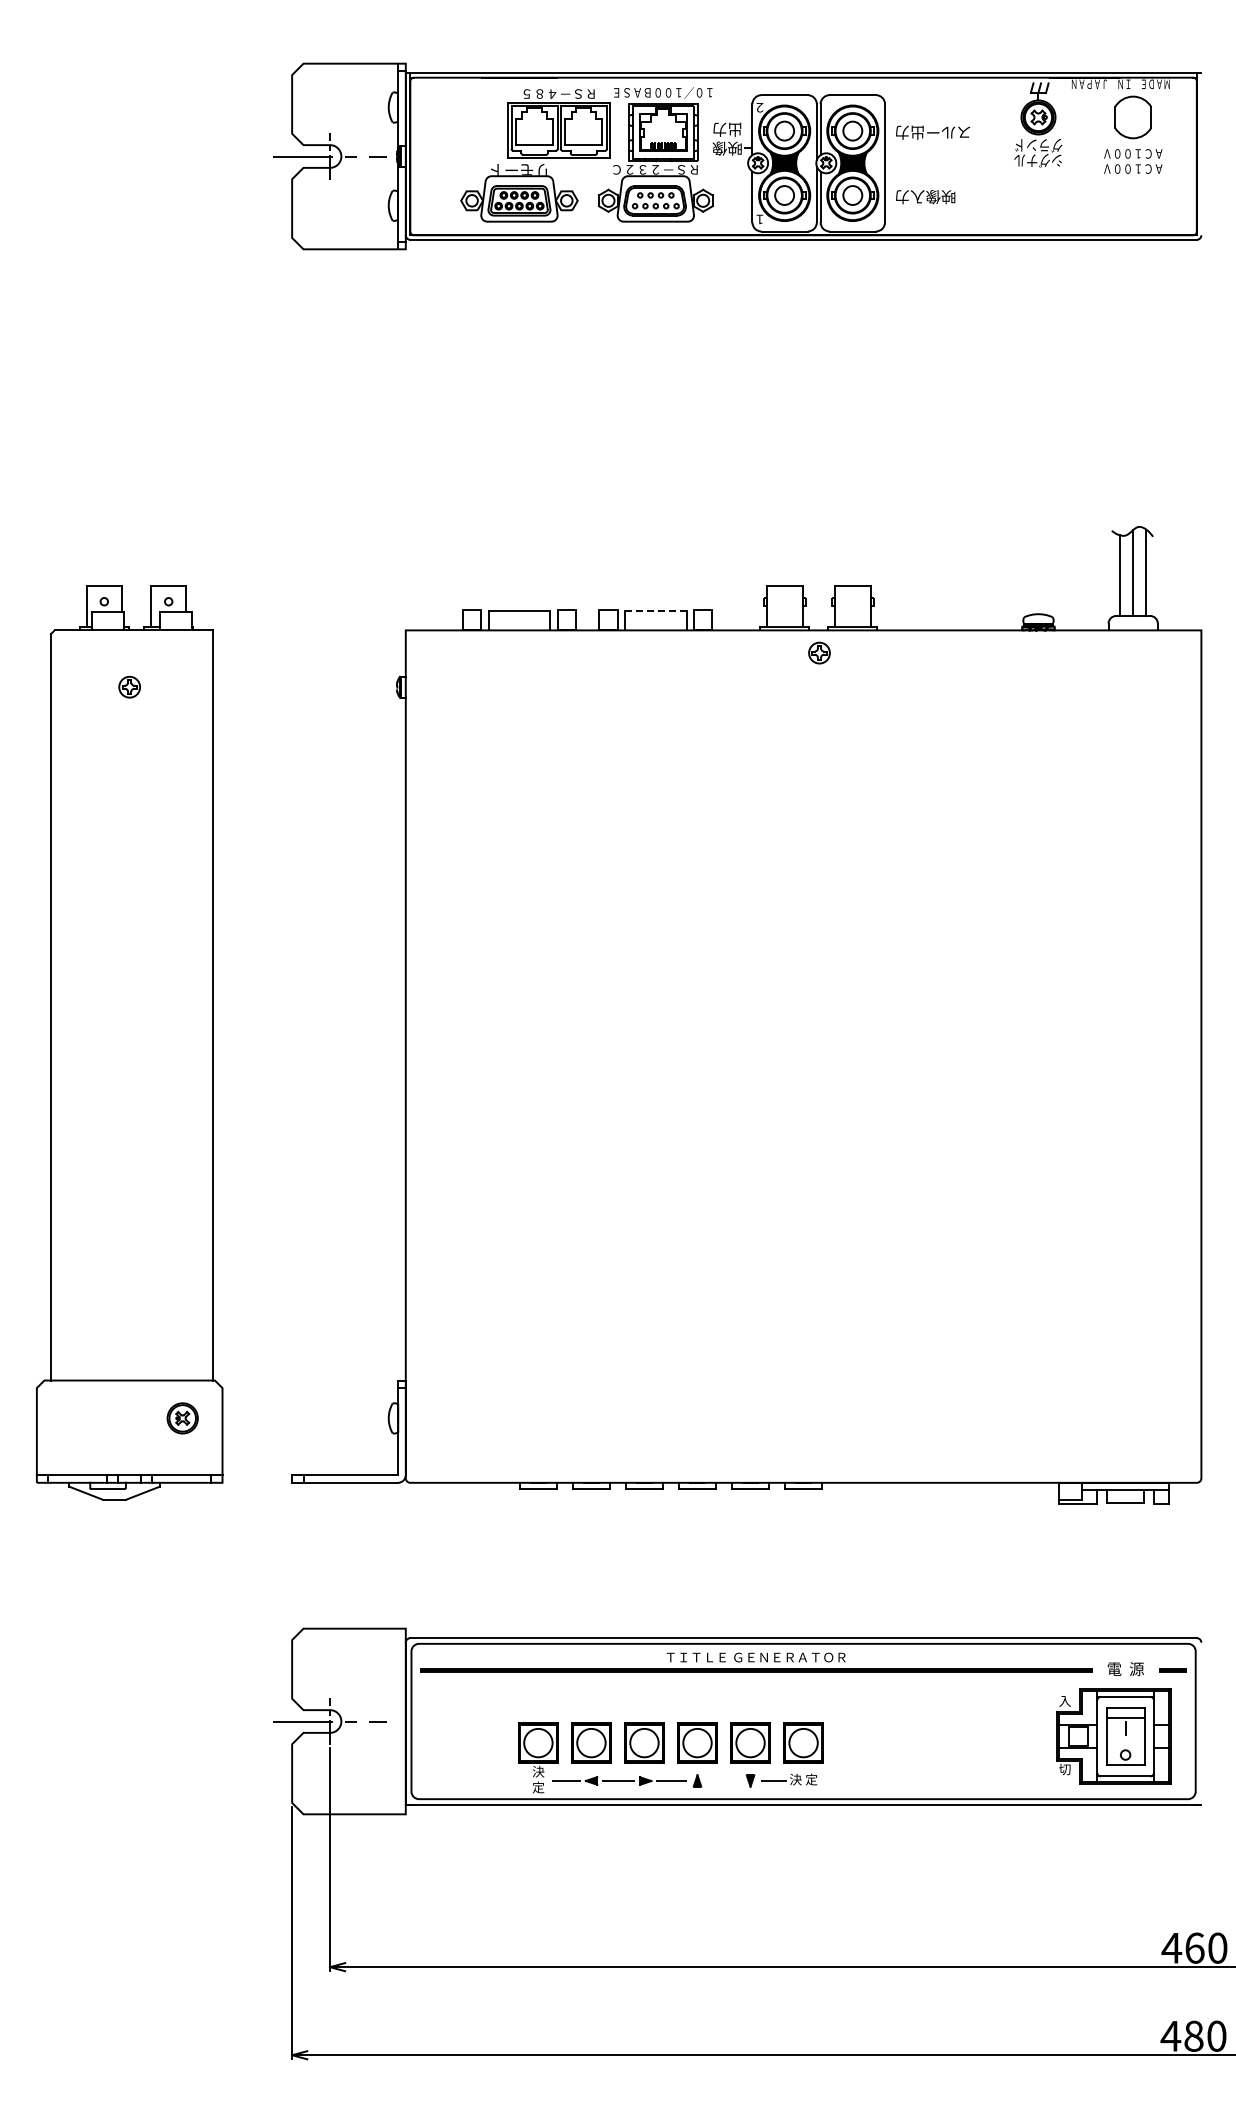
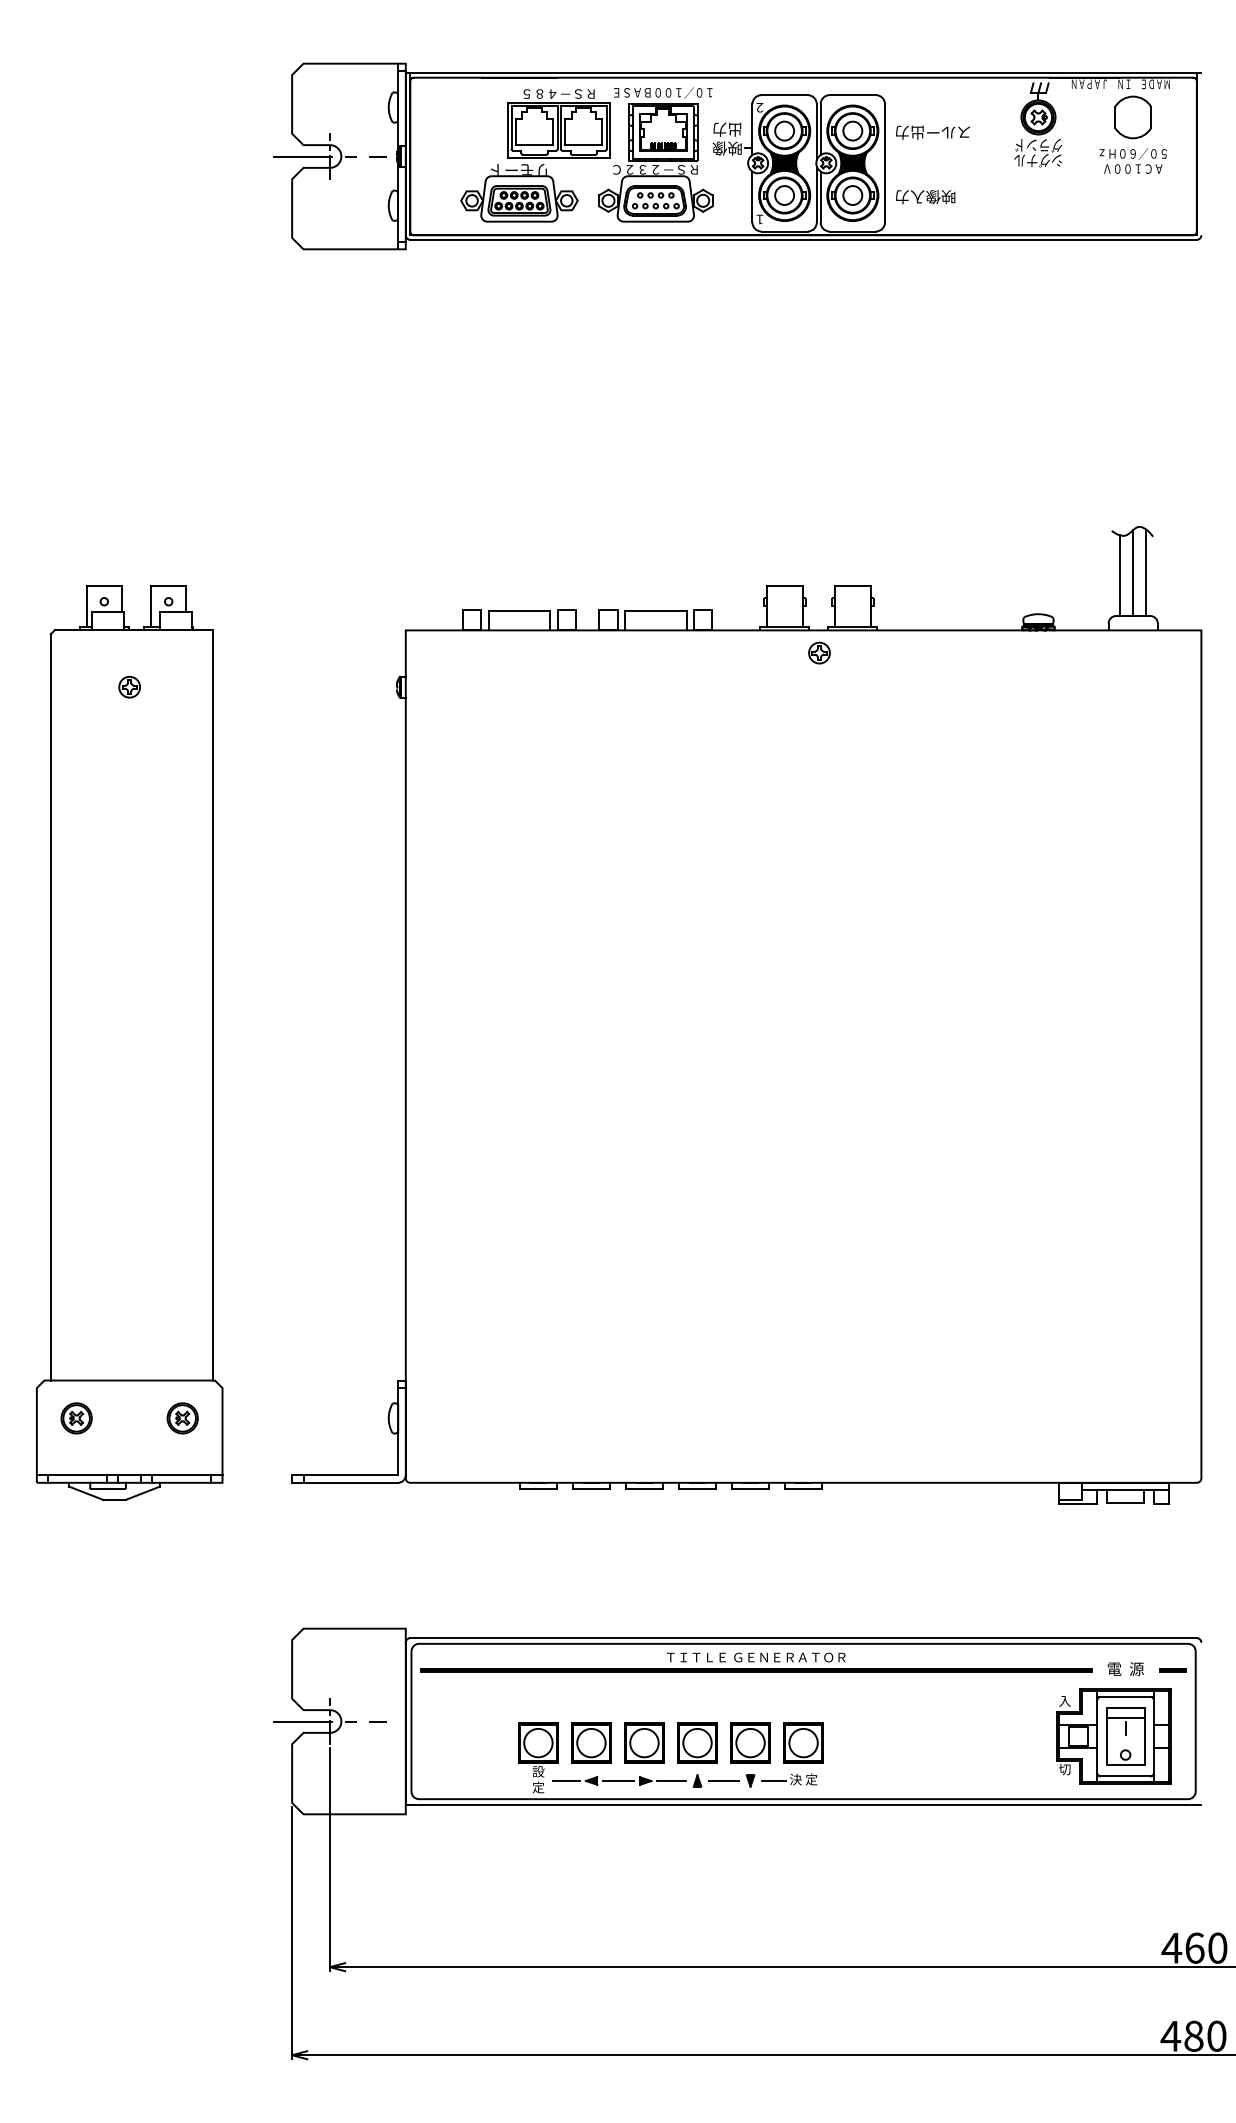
text at (1132, 153): ＡＣ１００Ｖ -> ５０／６０Ｈｚ
line at (655, 610): dashed -> solid
part at (76, 1418): none -> present
text at (538, 1771): 決 定 -> 設 定
line at (723, 1780): none -> present
